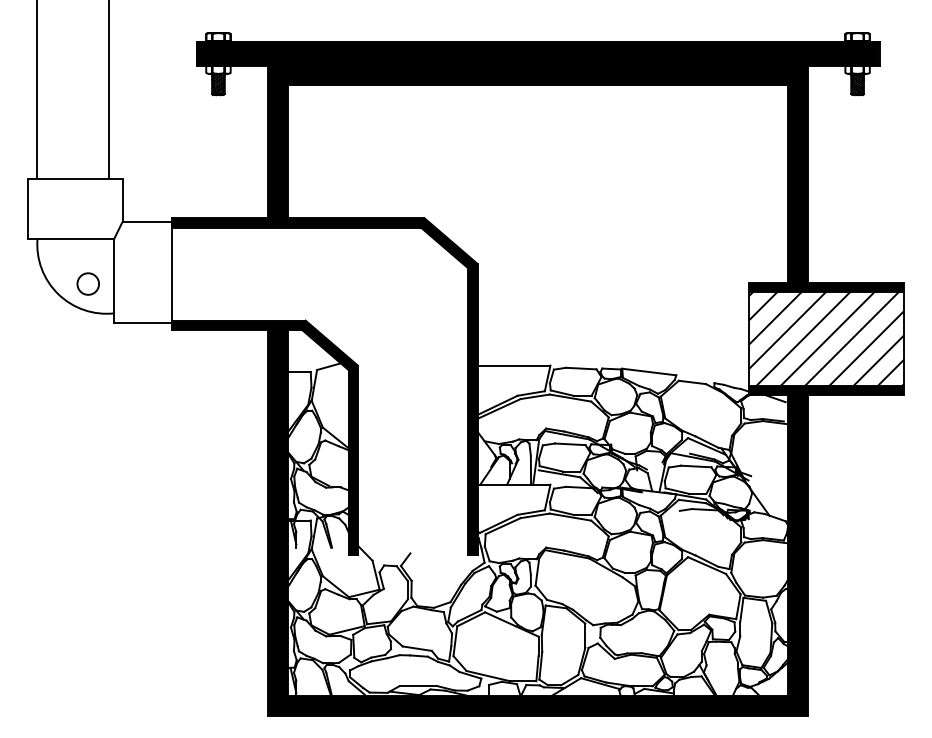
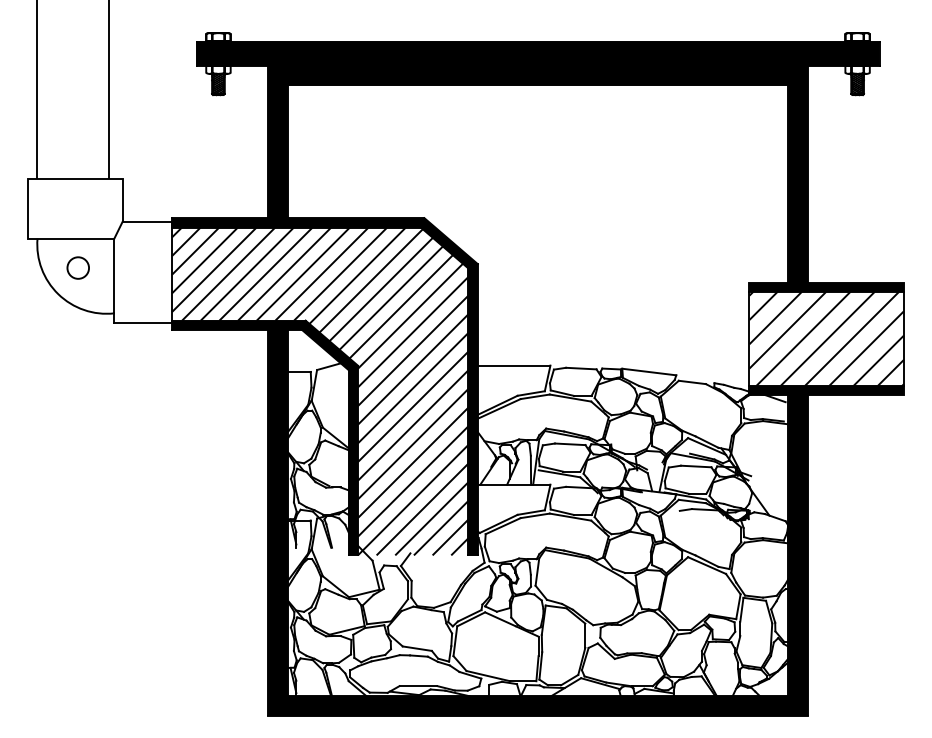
circle at (87, 283) position: (87, 283) -> (77, 267)
hatch at (320, 391): none -> present
